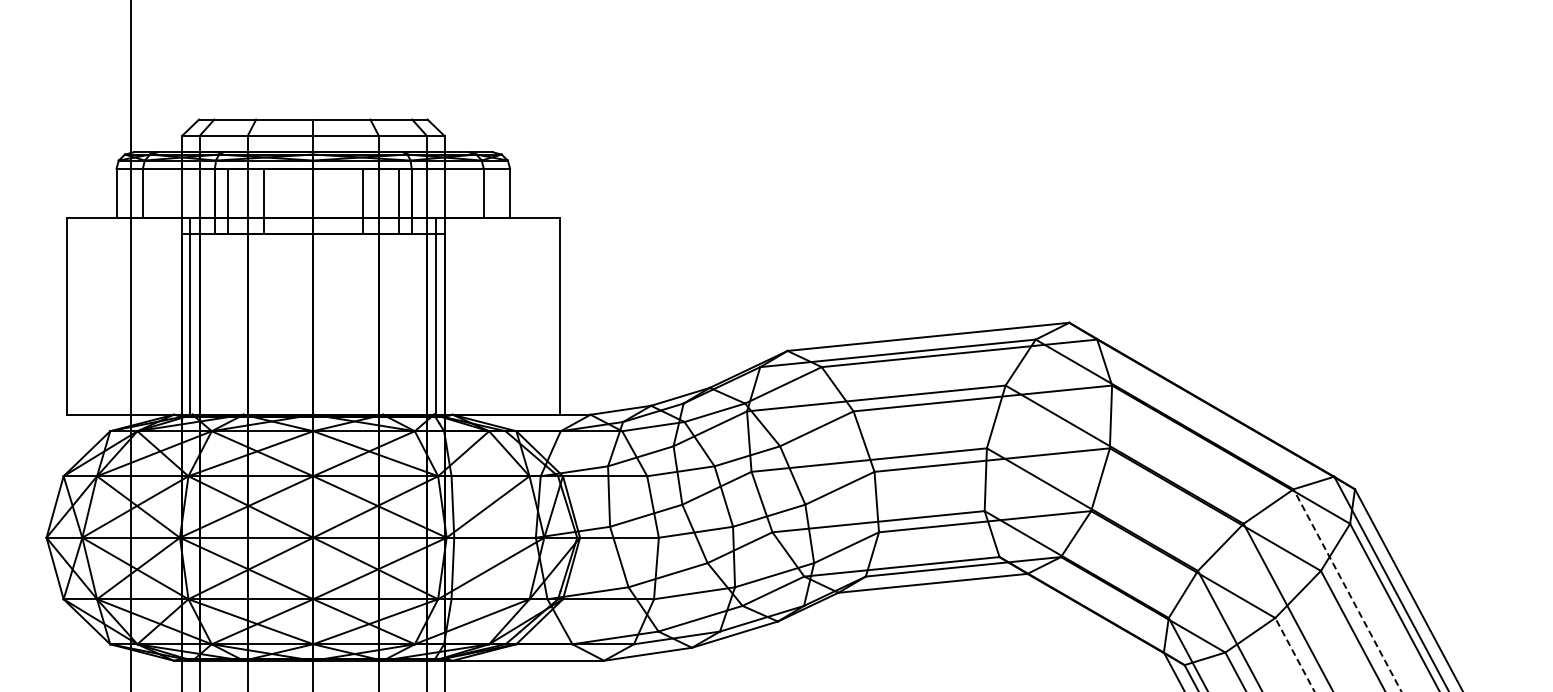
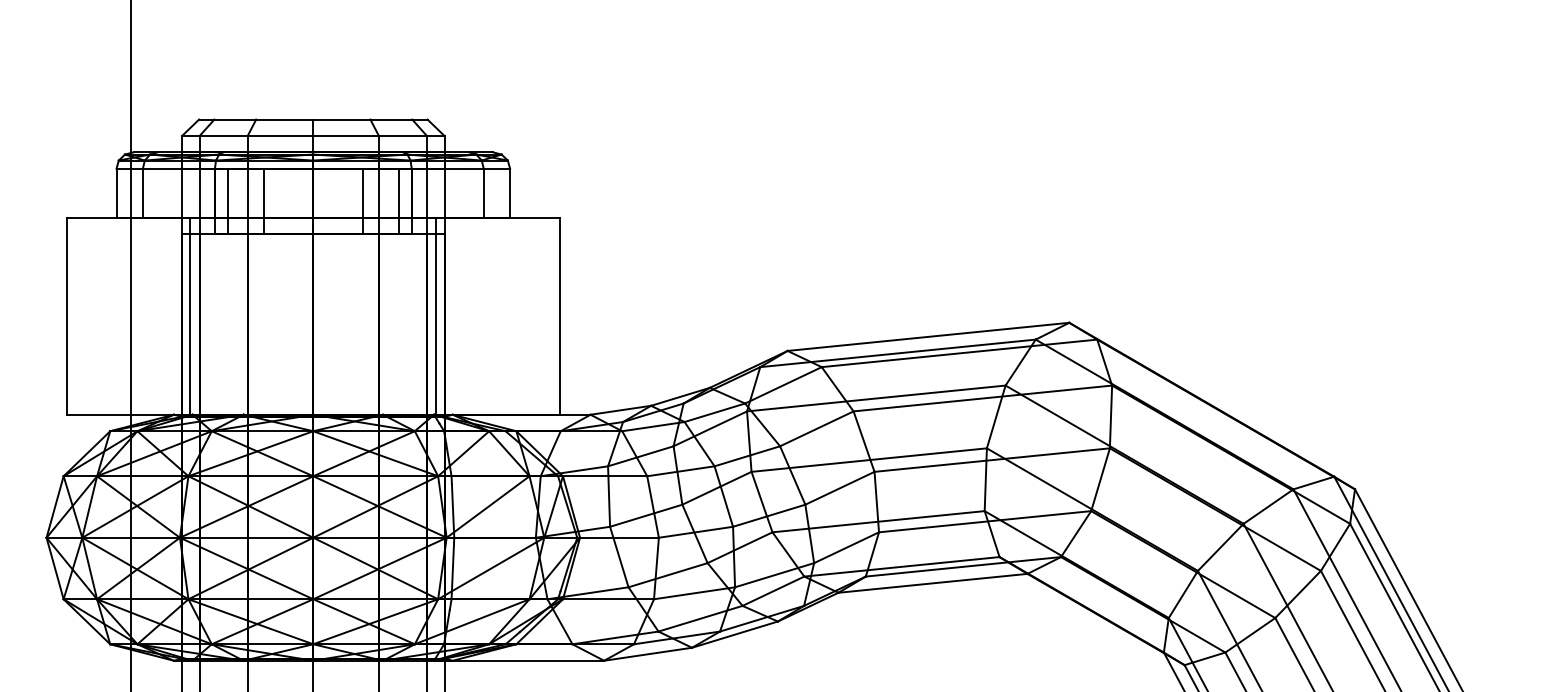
line at (1347, 590): dashed -> solid
line at (1294, 654): dashed -> solid
